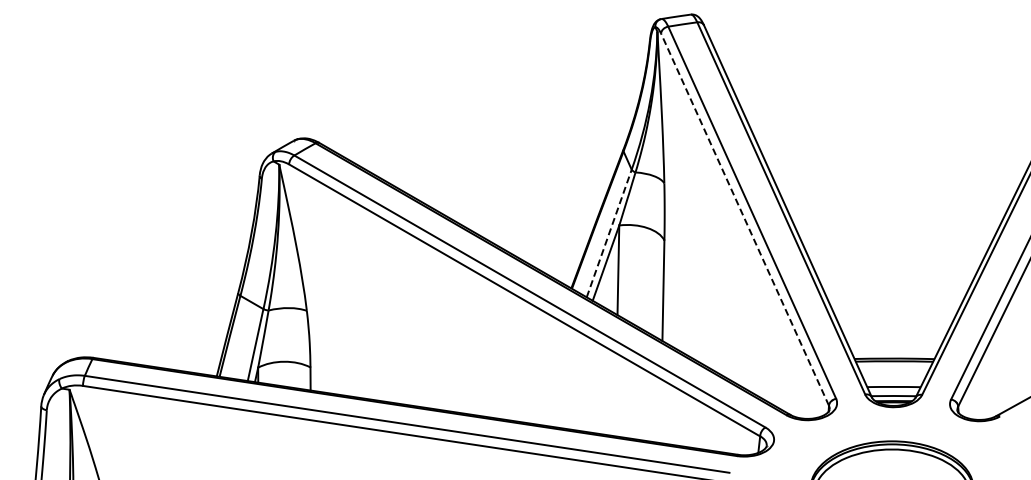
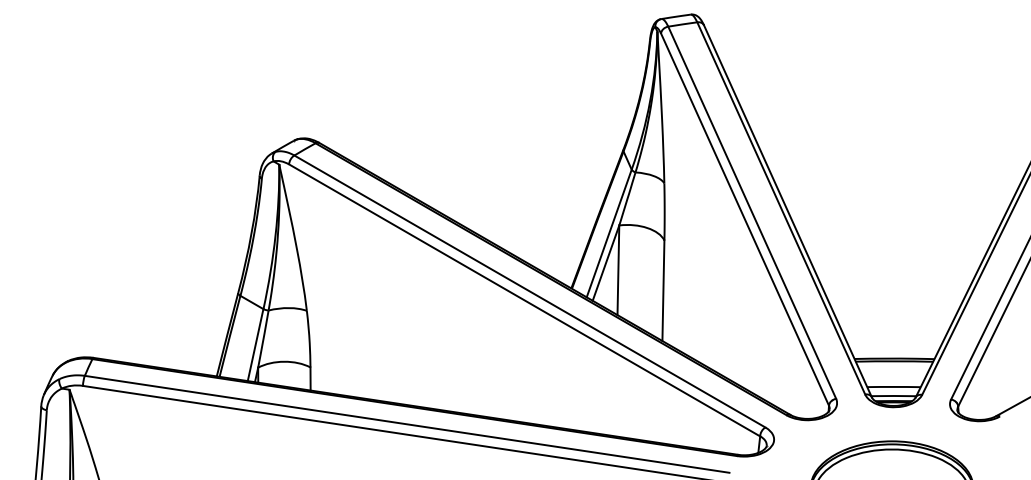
line at (744, 219): dashed -> solid
line at (609, 233): dashed -> solid
